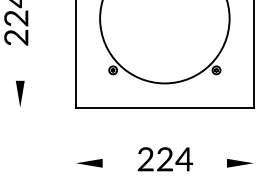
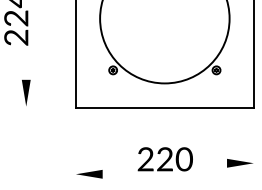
part at (20, 93) position: (20, 93) -> (26, 92)
text at (184, 159): 224 -> 220
part at (89, 163) position: (89, 163) -> (89, 174)
